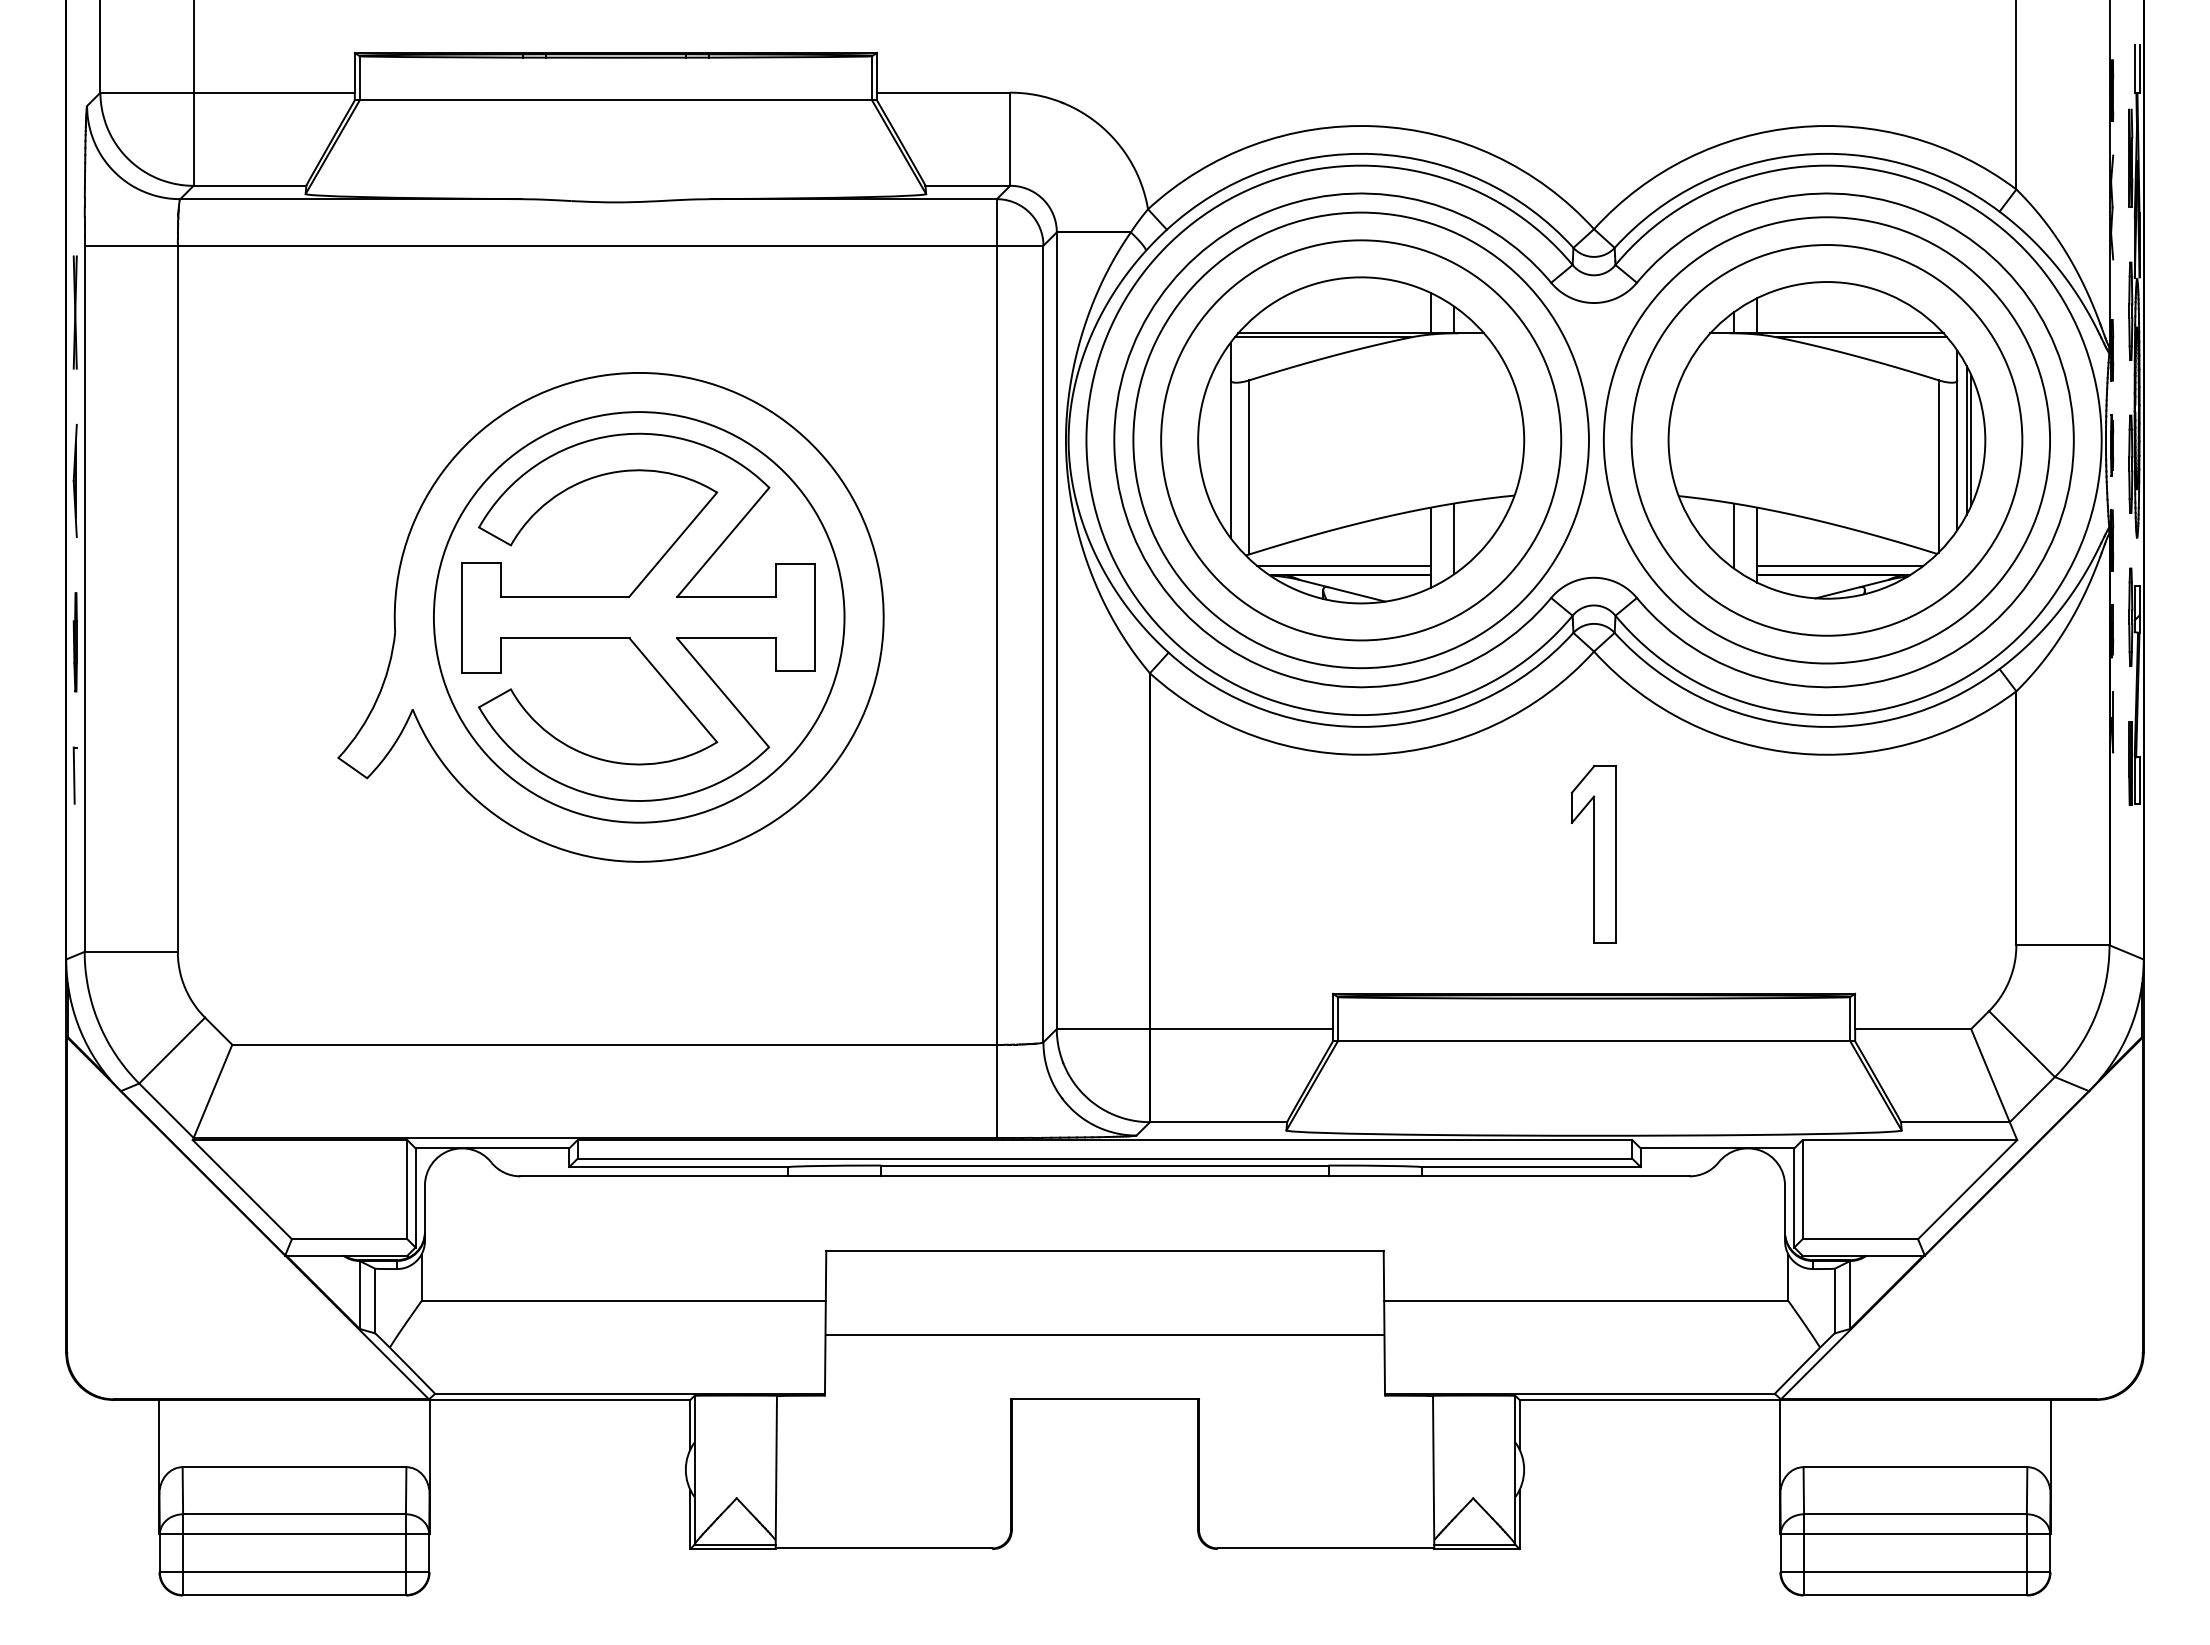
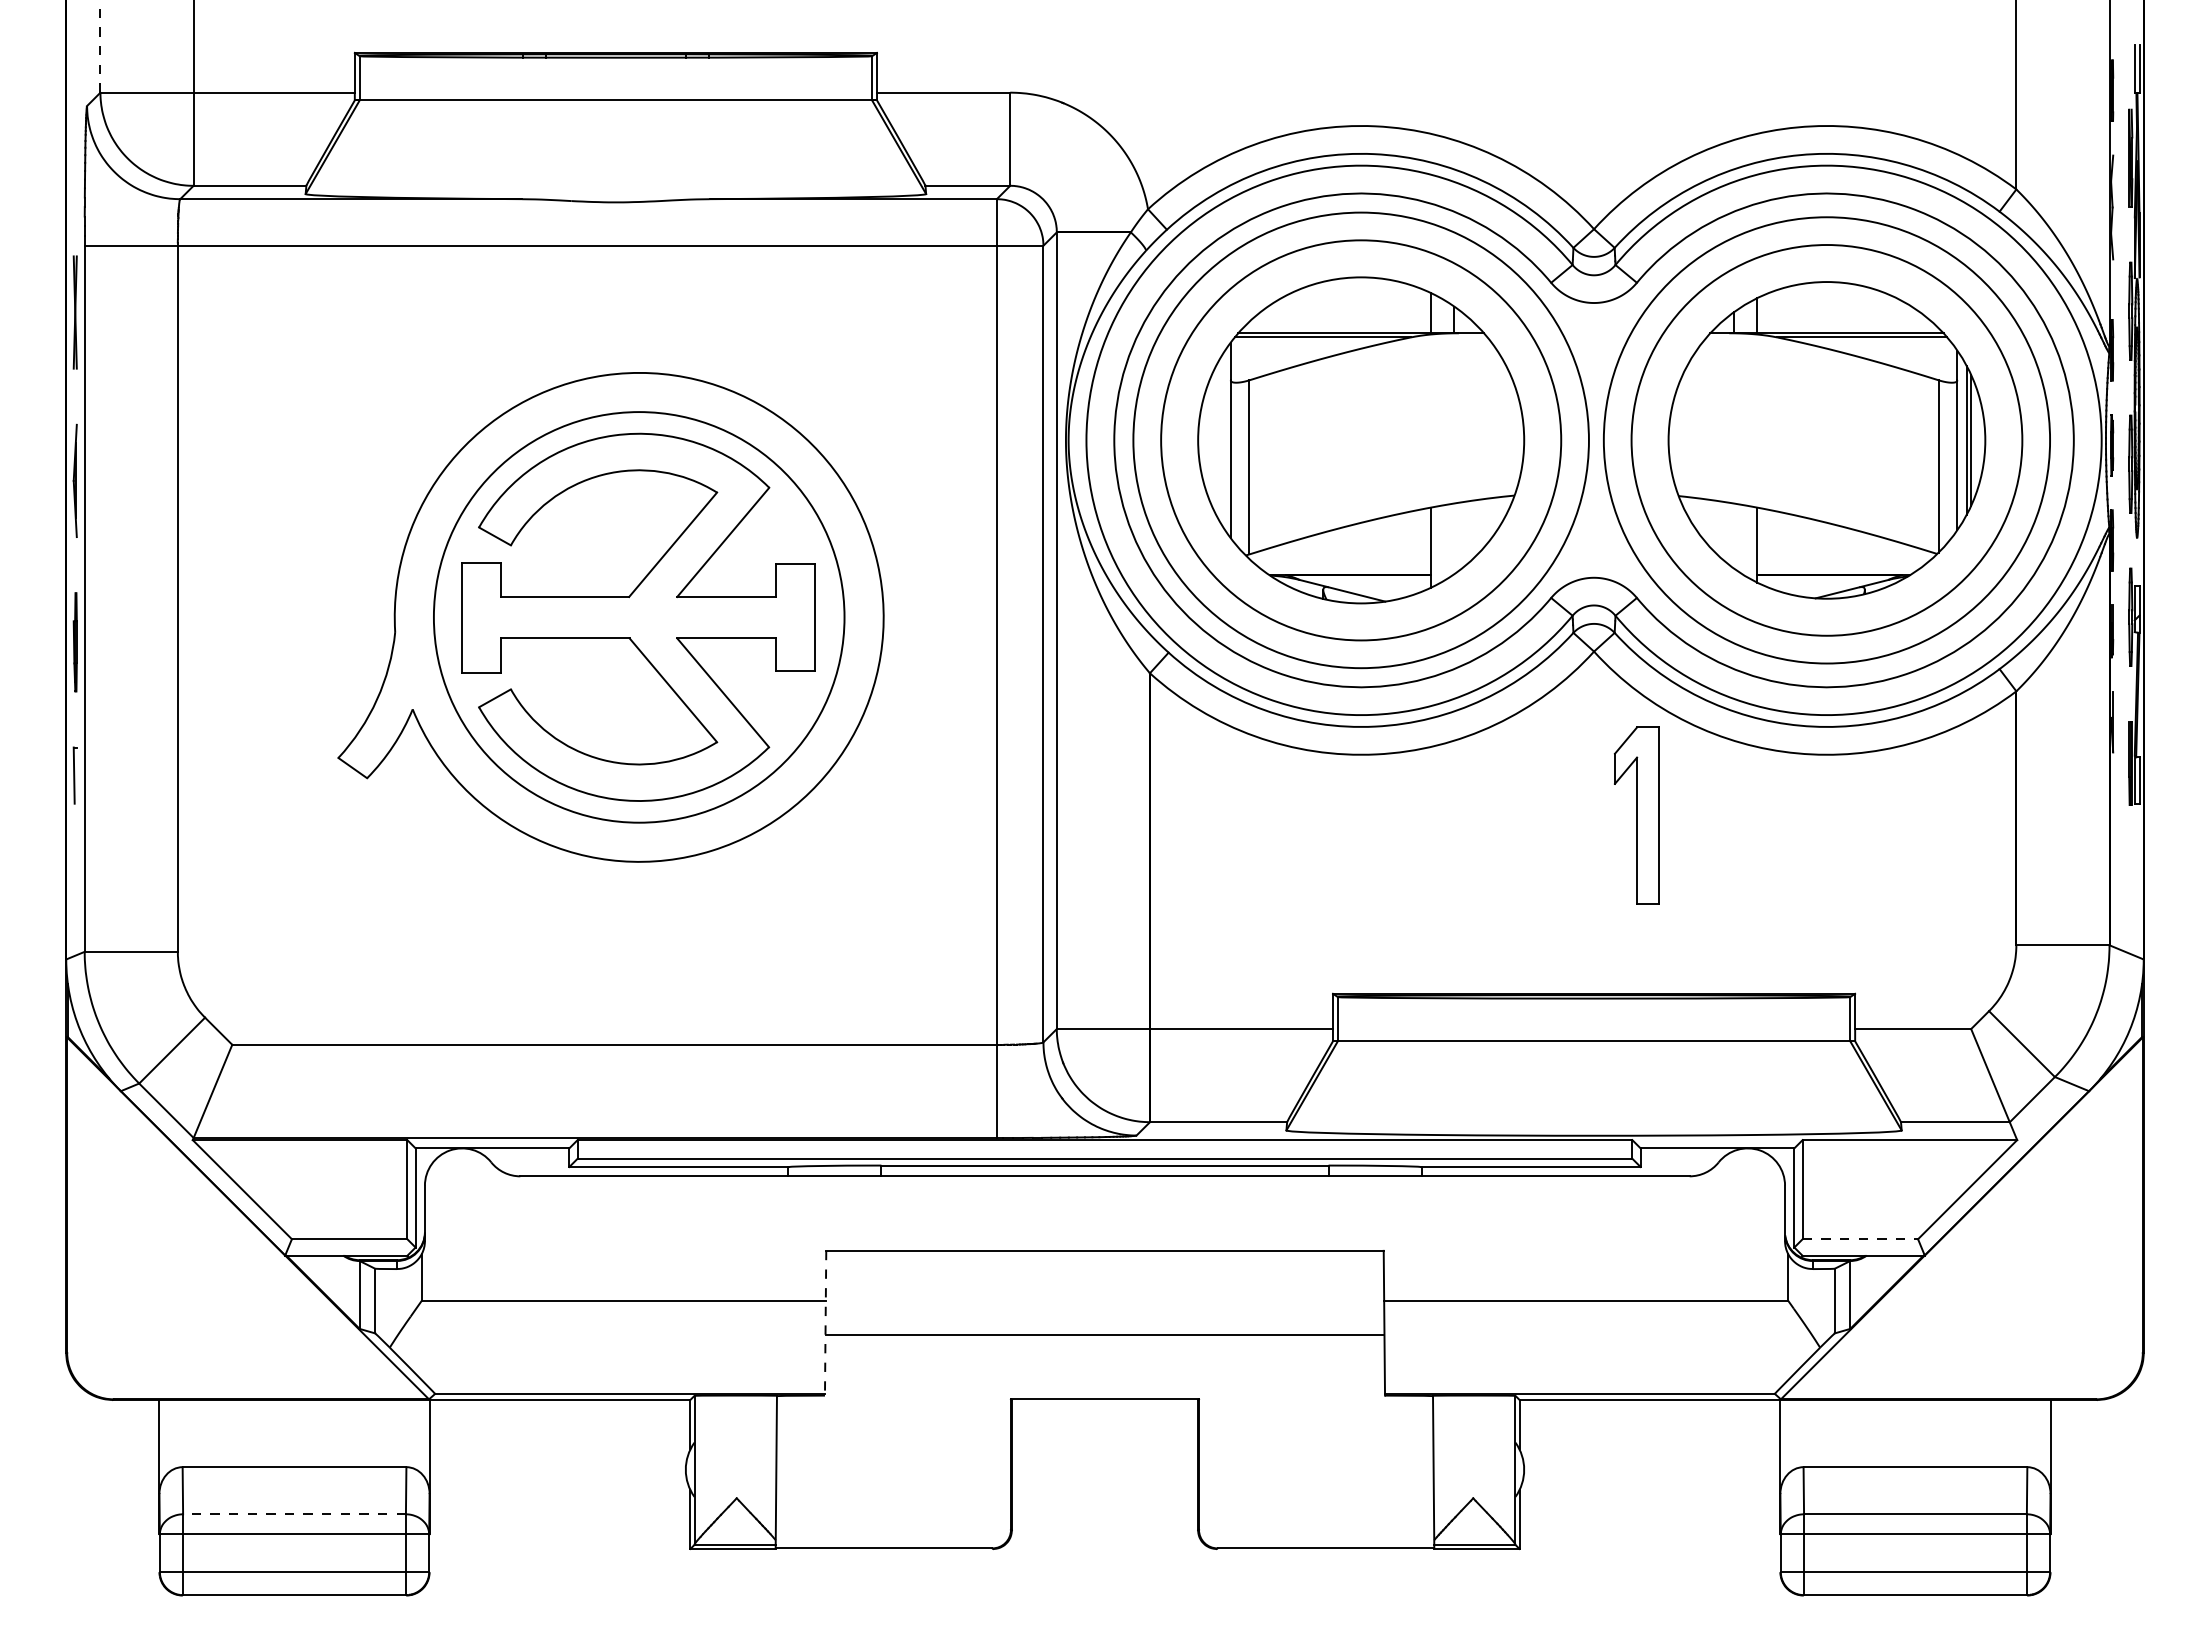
line at (100, 46): solid -> dashed
line at (1733, 535): present -> none
line at (1454, 538): present -> none
line at (1344, 566): present -> none
line at (1840, 566): present -> none
part at (1593, 854) position: (1593, 854) -> (1636, 815)
line at (1860, 1239): solid -> dashed
line at (825, 1323): solid -> dashed
line at (294, 1514): solid -> dashed
